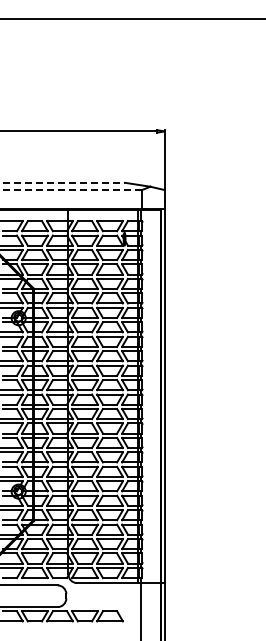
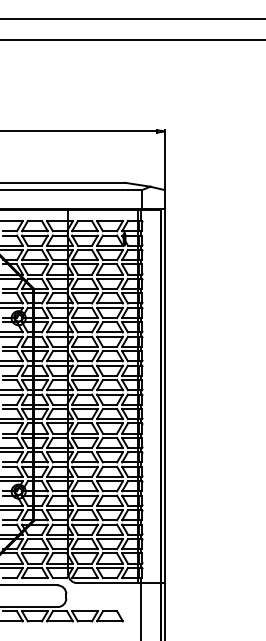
line at (132, 40): none -> present
line at (63, 182): dashed -> solid
line at (71, 190): dashed -> solid
